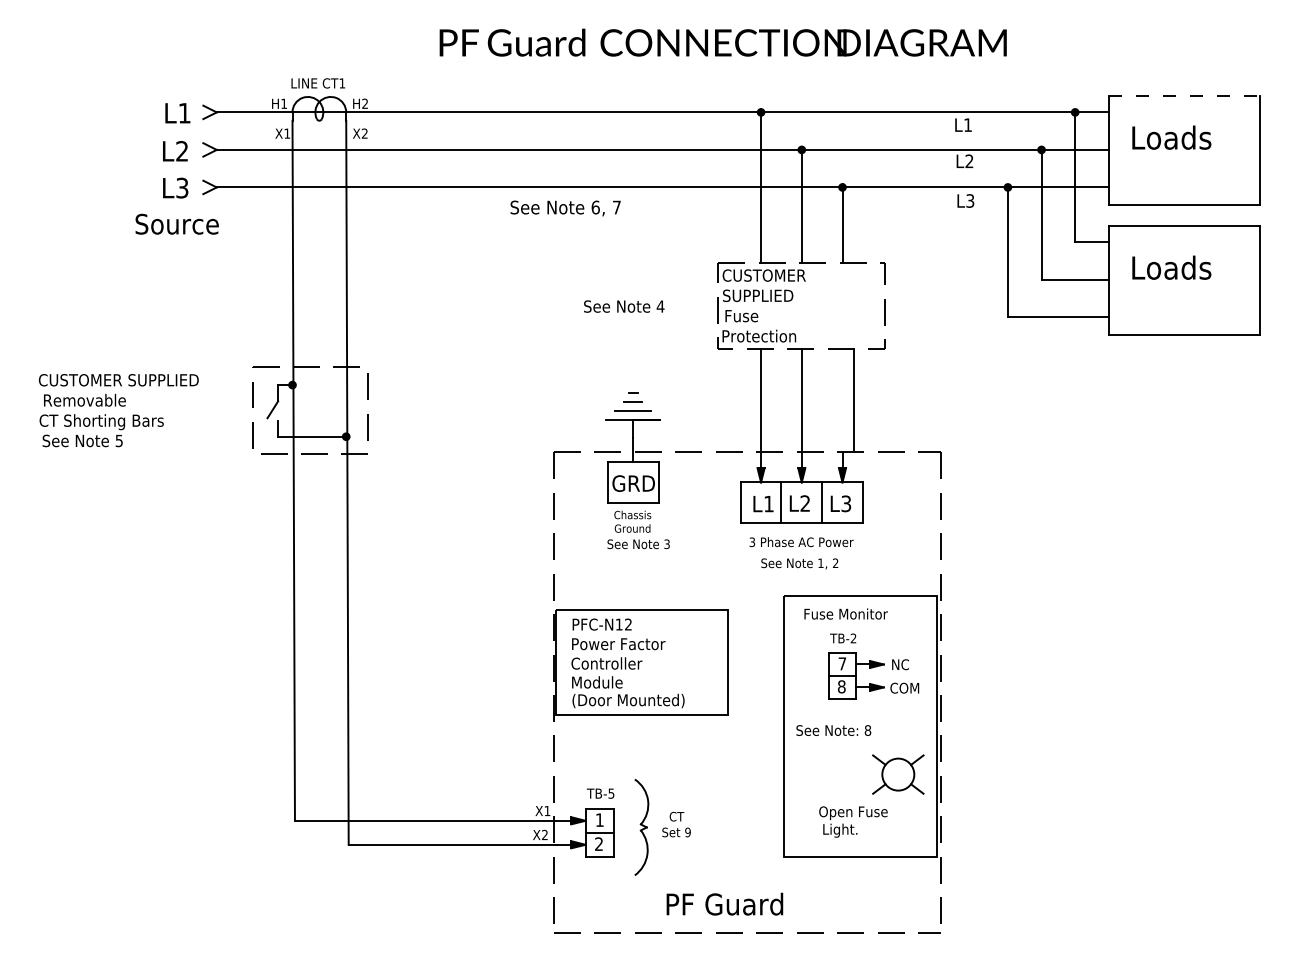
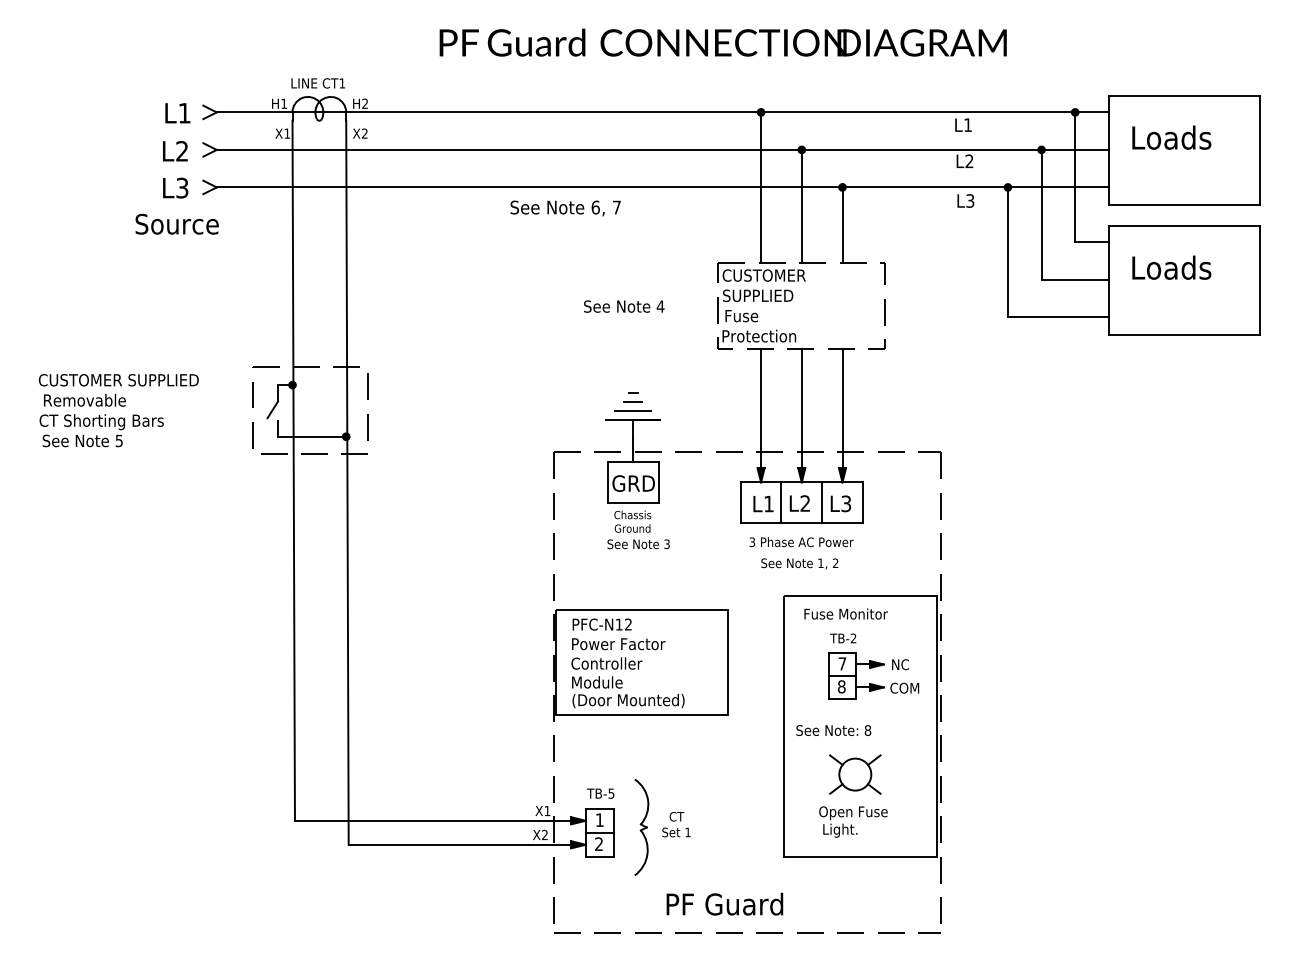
line at (1184, 96): dashed -> solid
line at (853, 399) position: (853, 399) -> (842, 399)
part at (898, 774) position: (898, 774) -> (855, 774)
text at (687, 832): 9 -> 1
